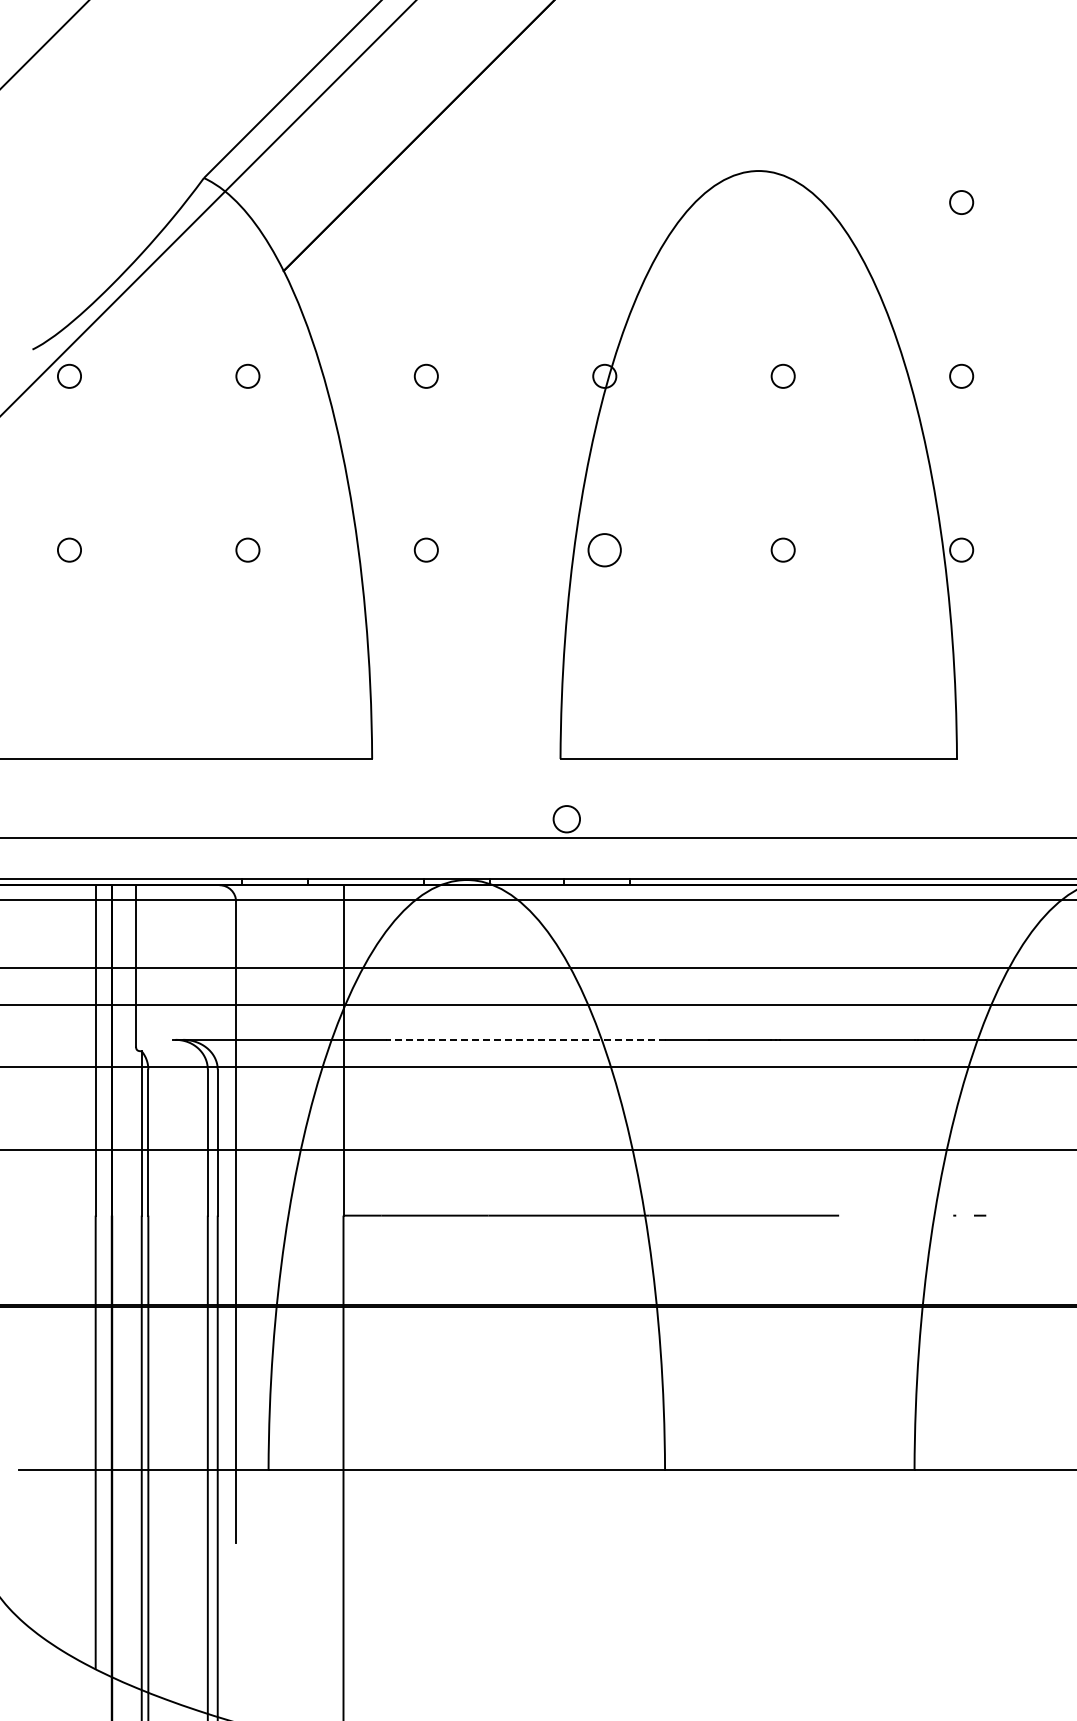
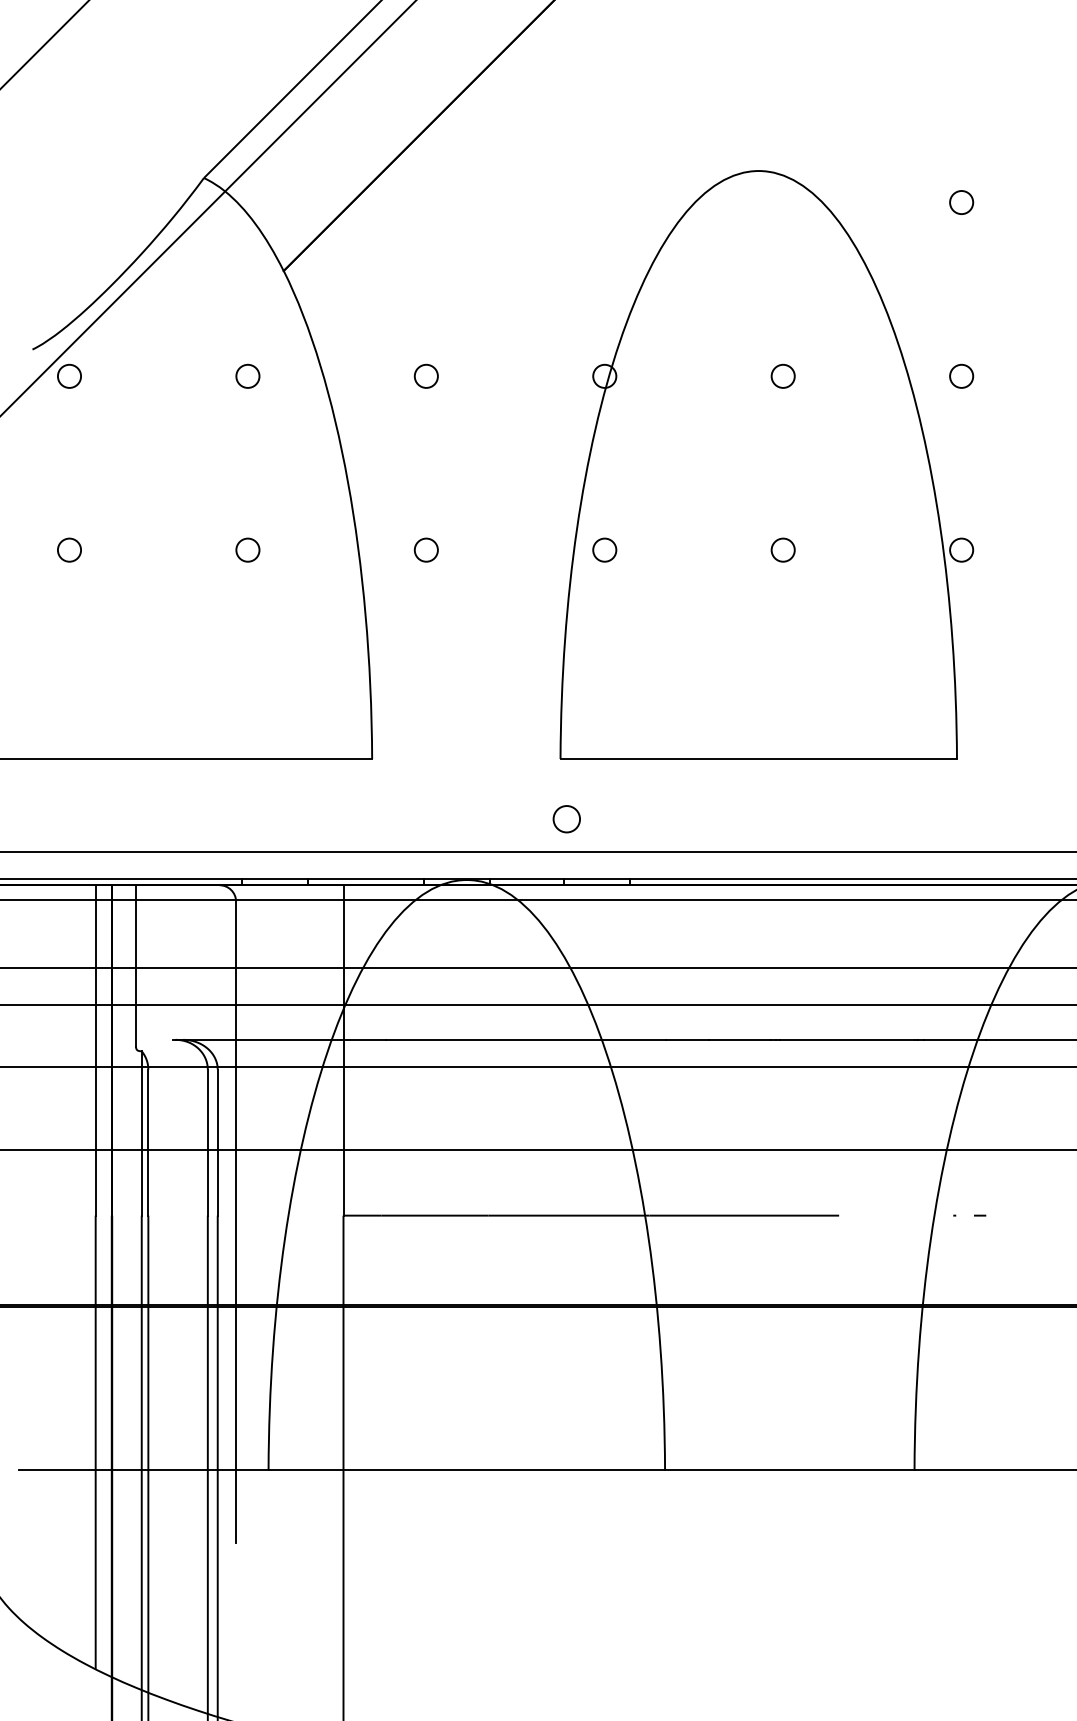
circle at (604, 550) size: 35x35 px -> 26x26 px
line at (537, 838) position: (537, 838) -> (537, 852)
line at (525, 1039): dashed -> solid
